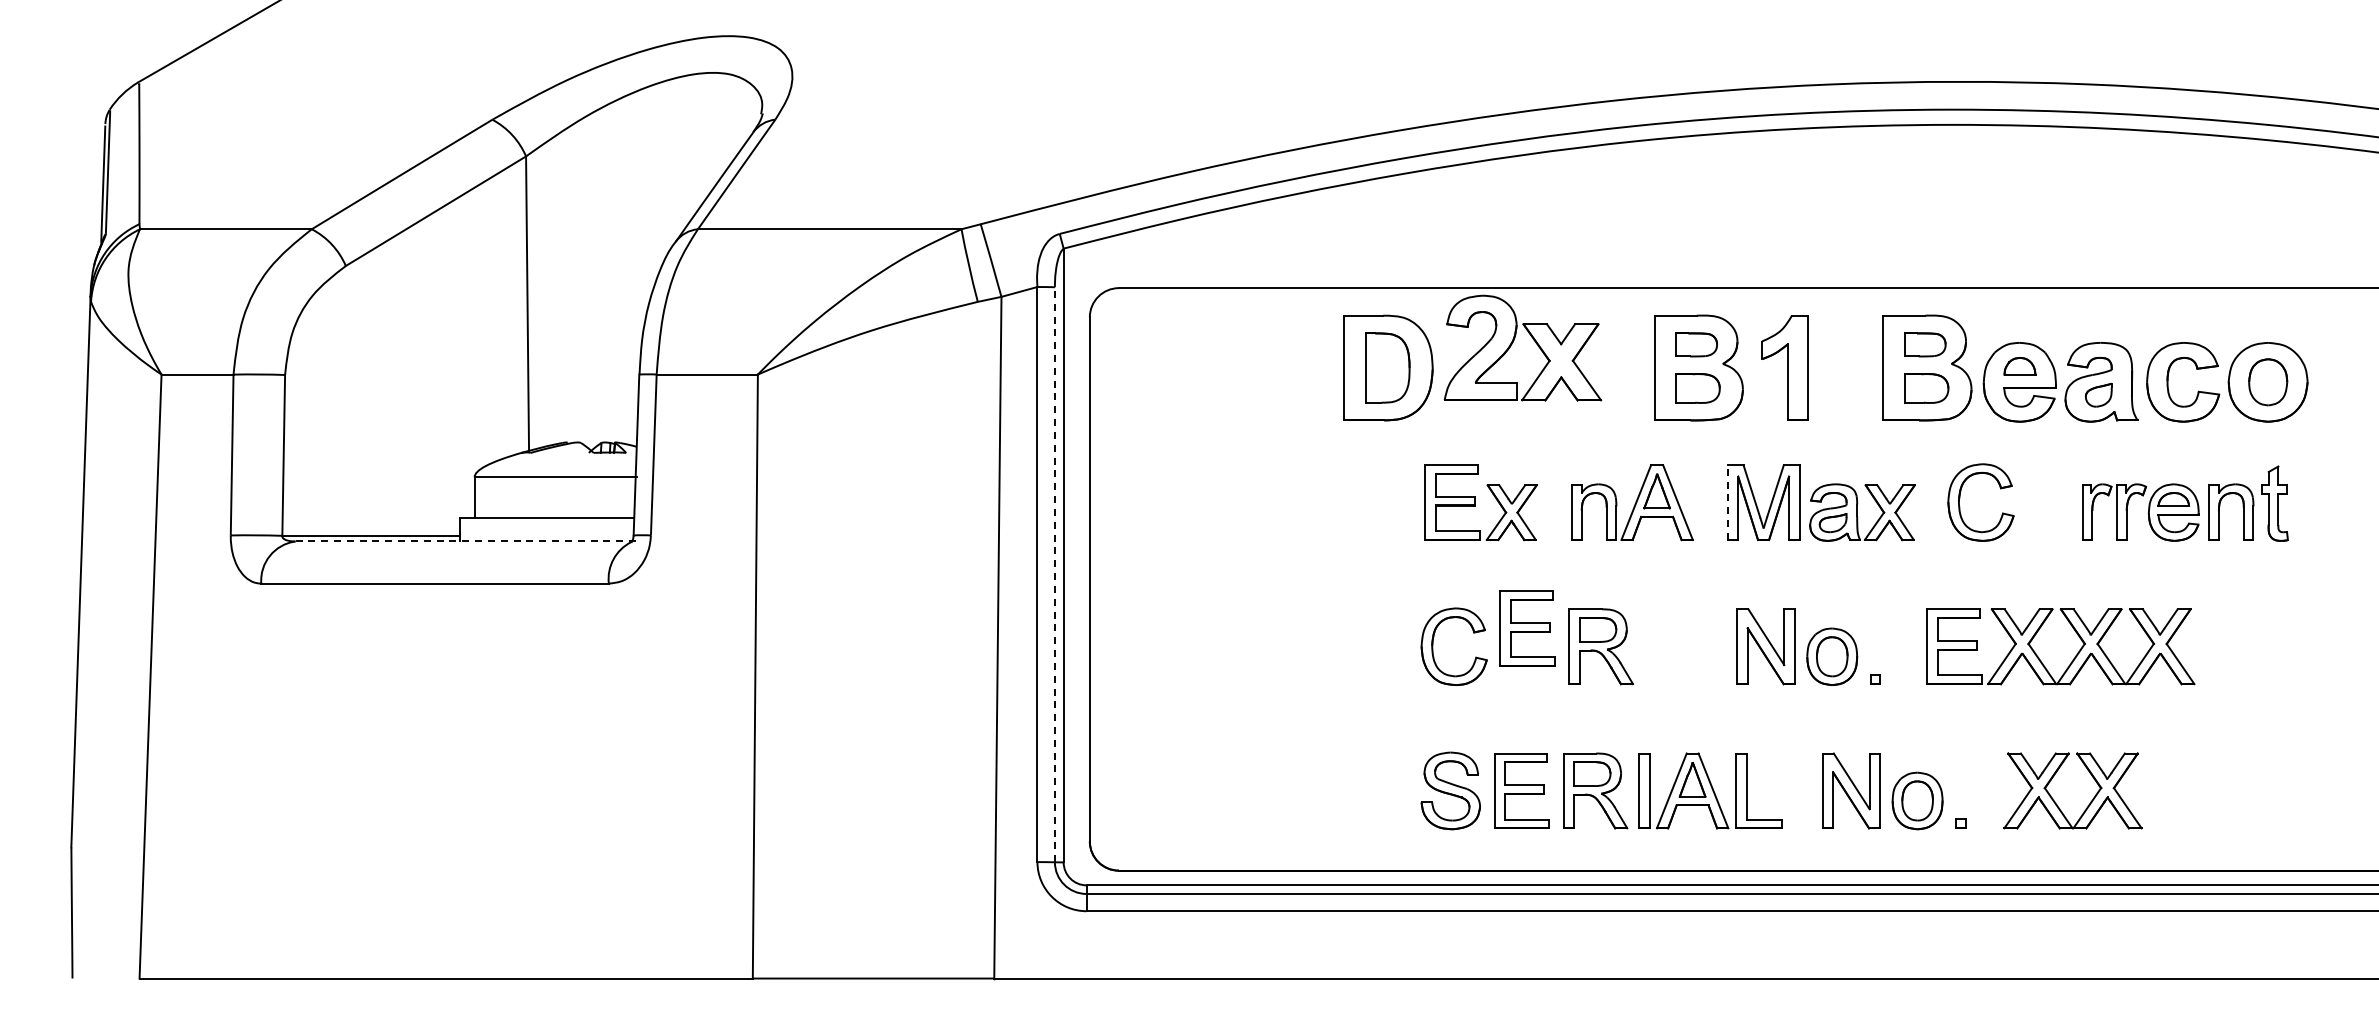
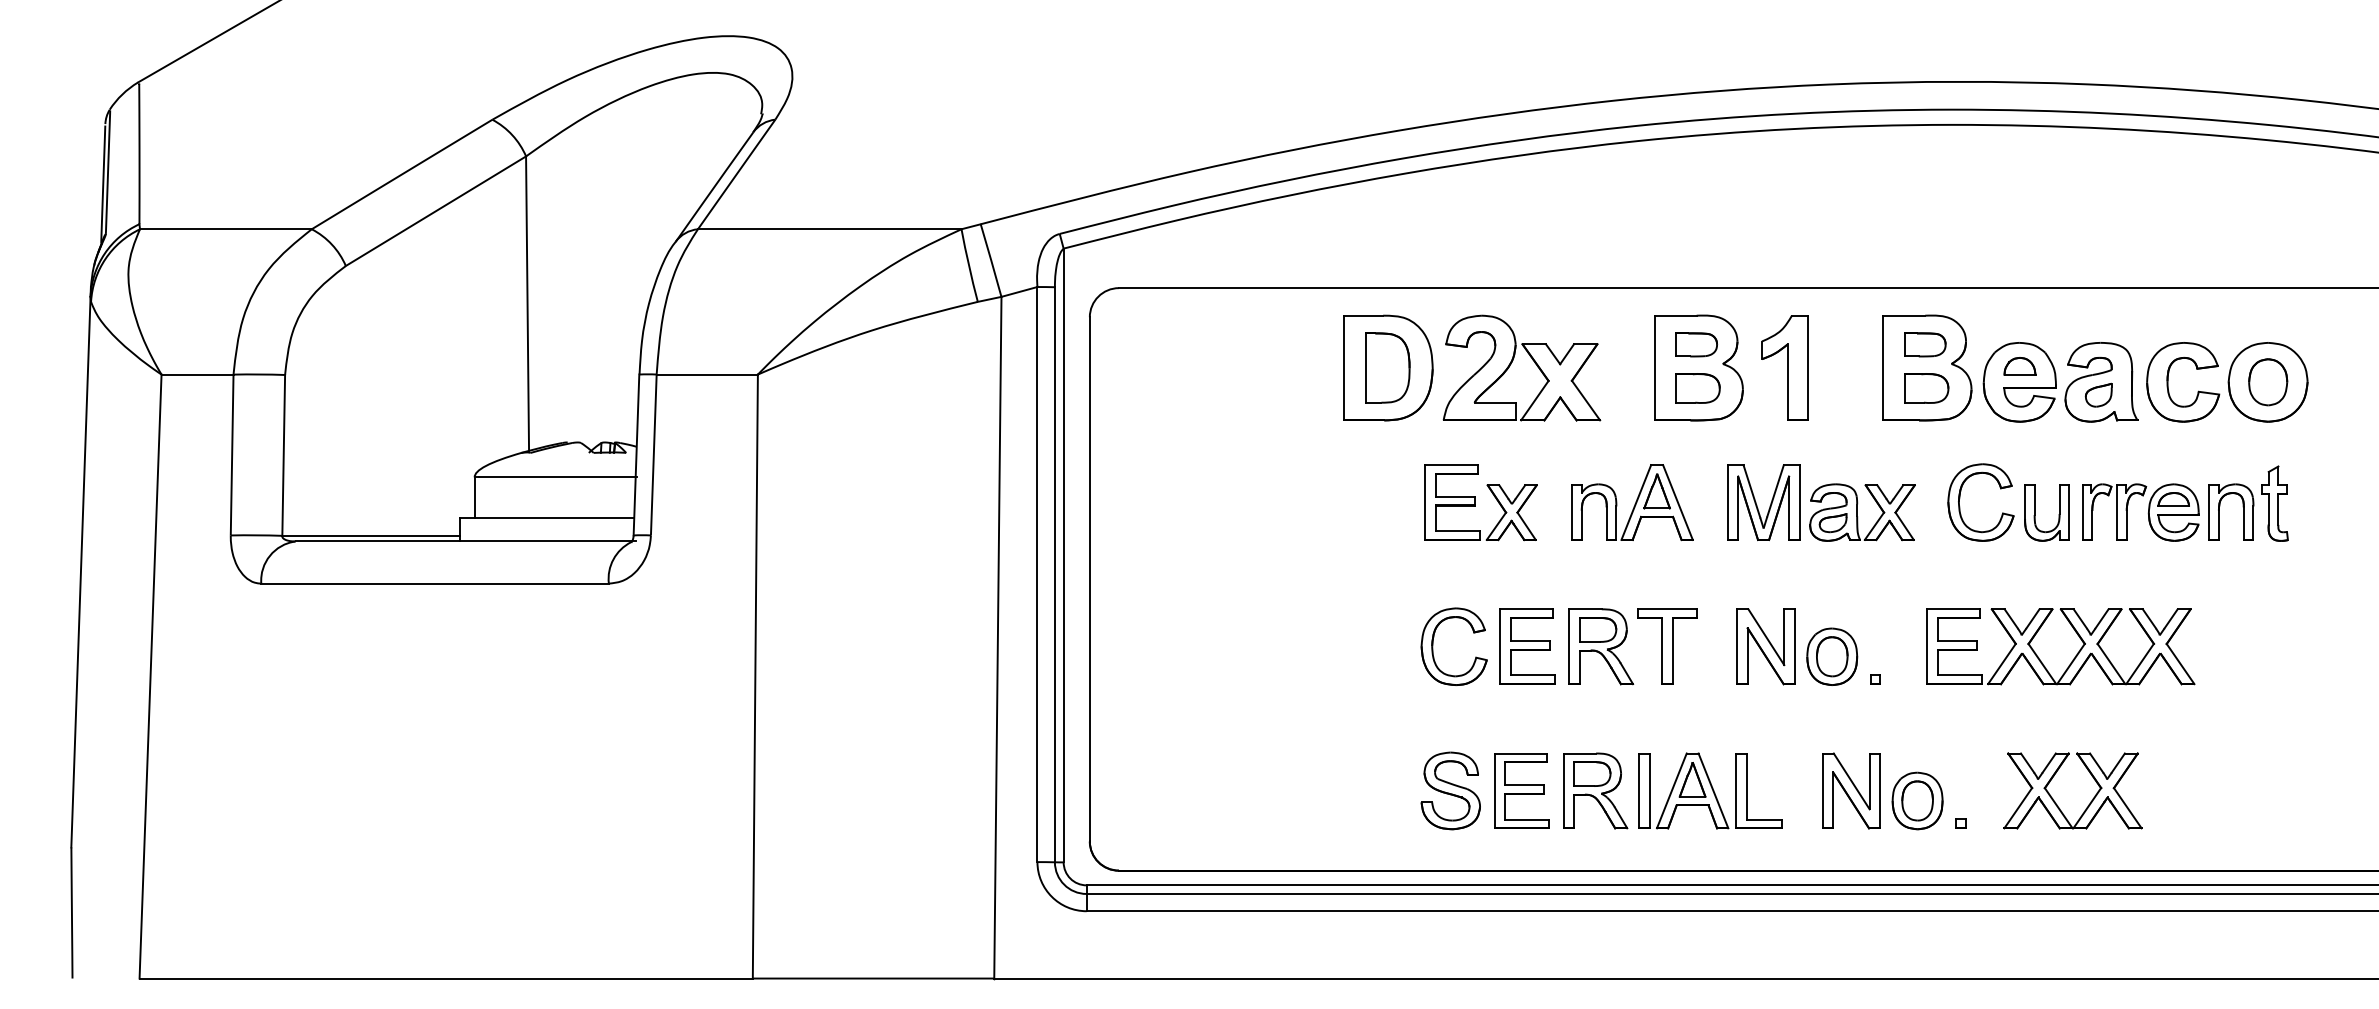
part at (1513, 342) position: (1513, 342) -> (1512, 362)
line at (1727, 502): dashed -> solid
part at (2035, 512): none -> present
line at (466, 541): dashed -> solid
line at (1054, 574): dashed -> solid
part at (1527, 628) position: (1527, 628) -> (1527, 646)
part at (1667, 646): none -> present
